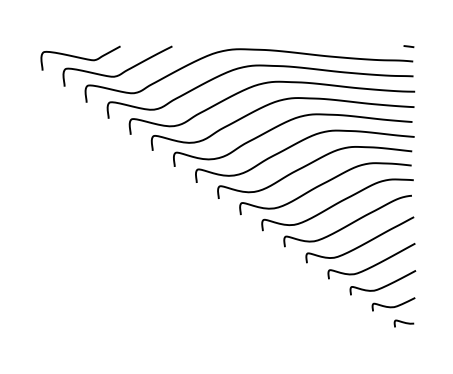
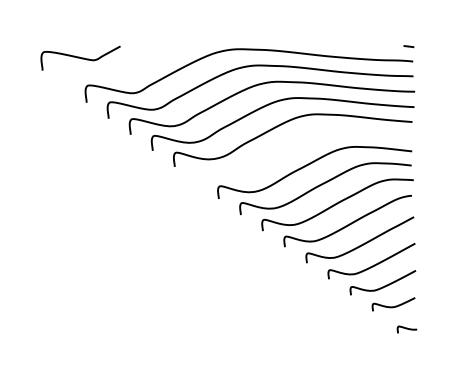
curve at (121, 72): present -> none
curve at (298, 143): present -> none
curve at (403, 323) position: (403, 323) -> (406, 329)
